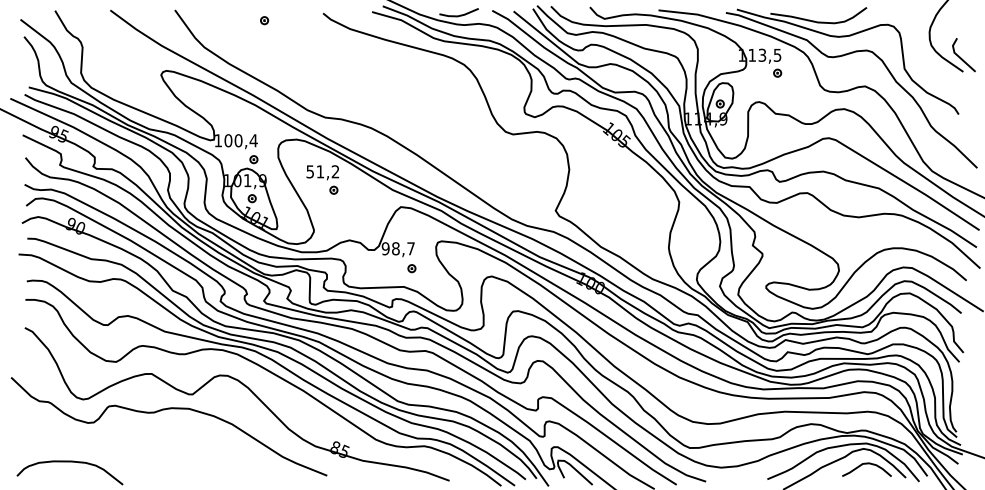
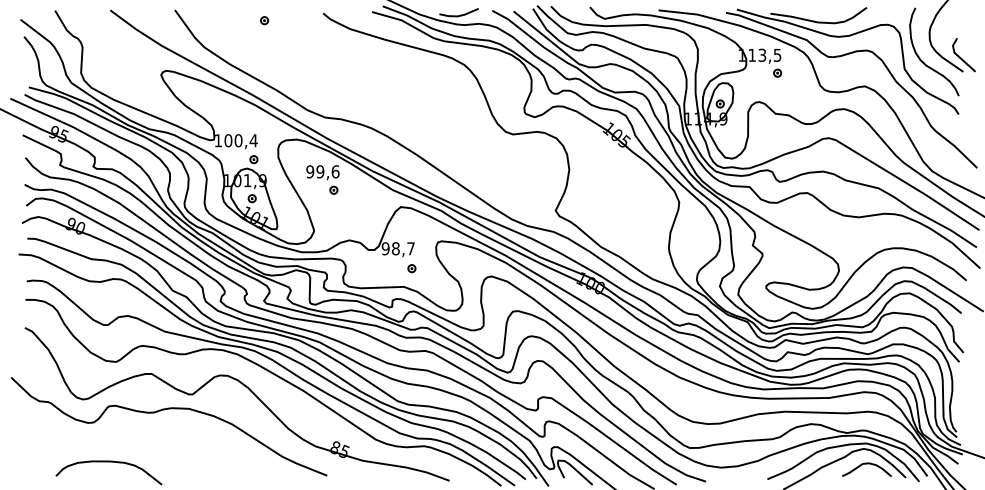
curve at (923, 61): none -> present
text at (322, 171): 51,2 -> 99,6
curve at (69, 462) position: (69, 462) -> (108, 462)
